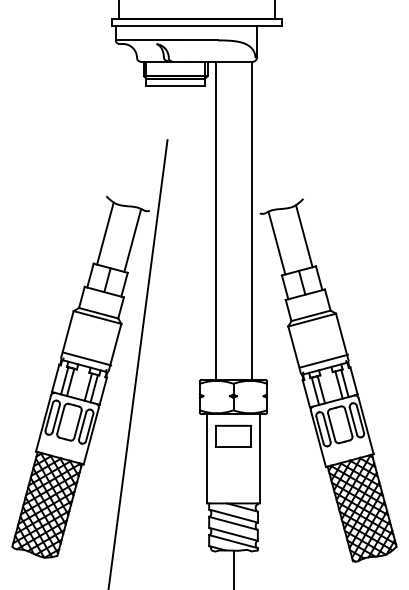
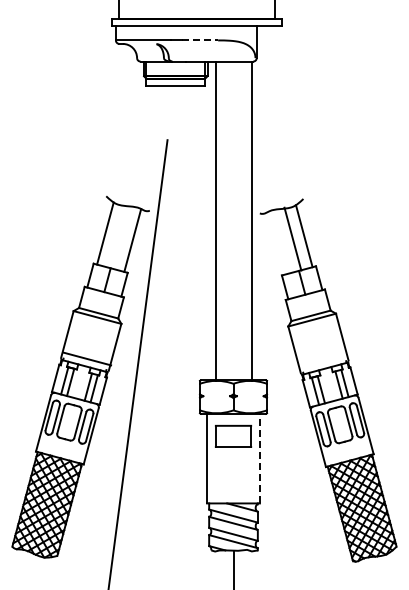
line at (200, 40): solid -> dashed
line at (276, 242) position: (276, 242) -> (292, 238)
line at (323, 360): present -> none
line at (259, 458): solid -> dashed
